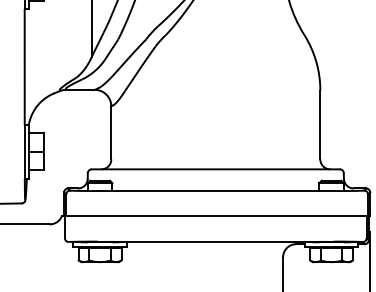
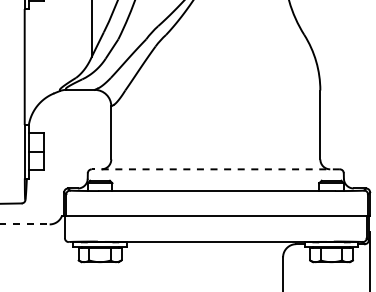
line at (215, 169): solid -> dashed
line at (25, 224): solid -> dashed
